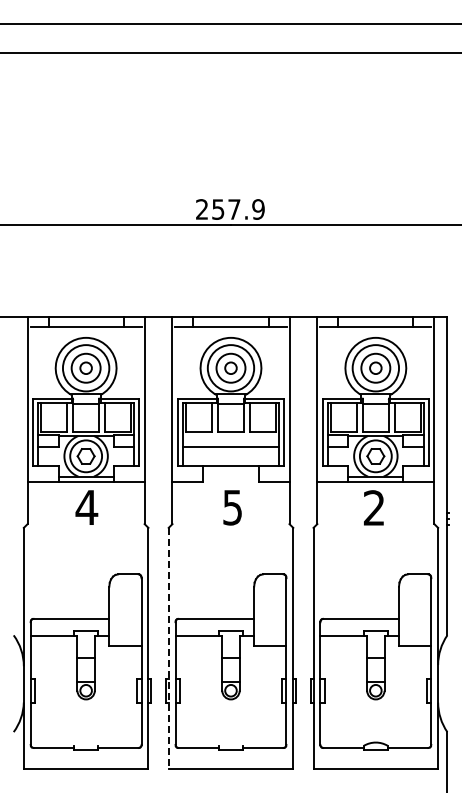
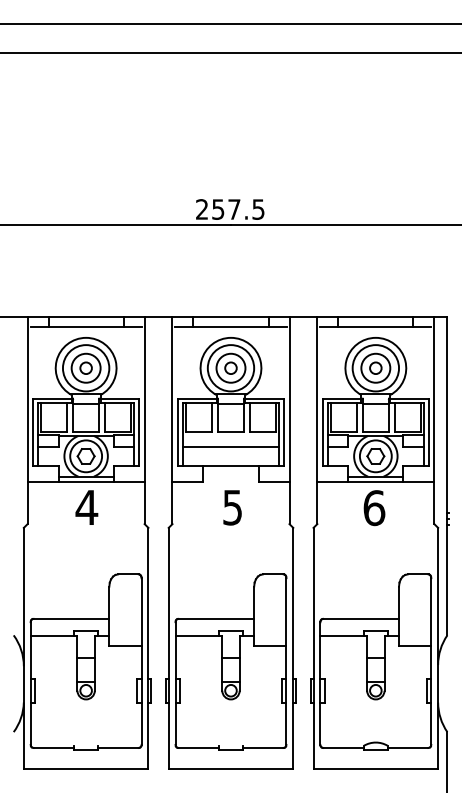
text at (258, 209): 257.9 -> 257.5
text at (374, 508): 2 -> 6
line at (168, 648): dashed -> solid
